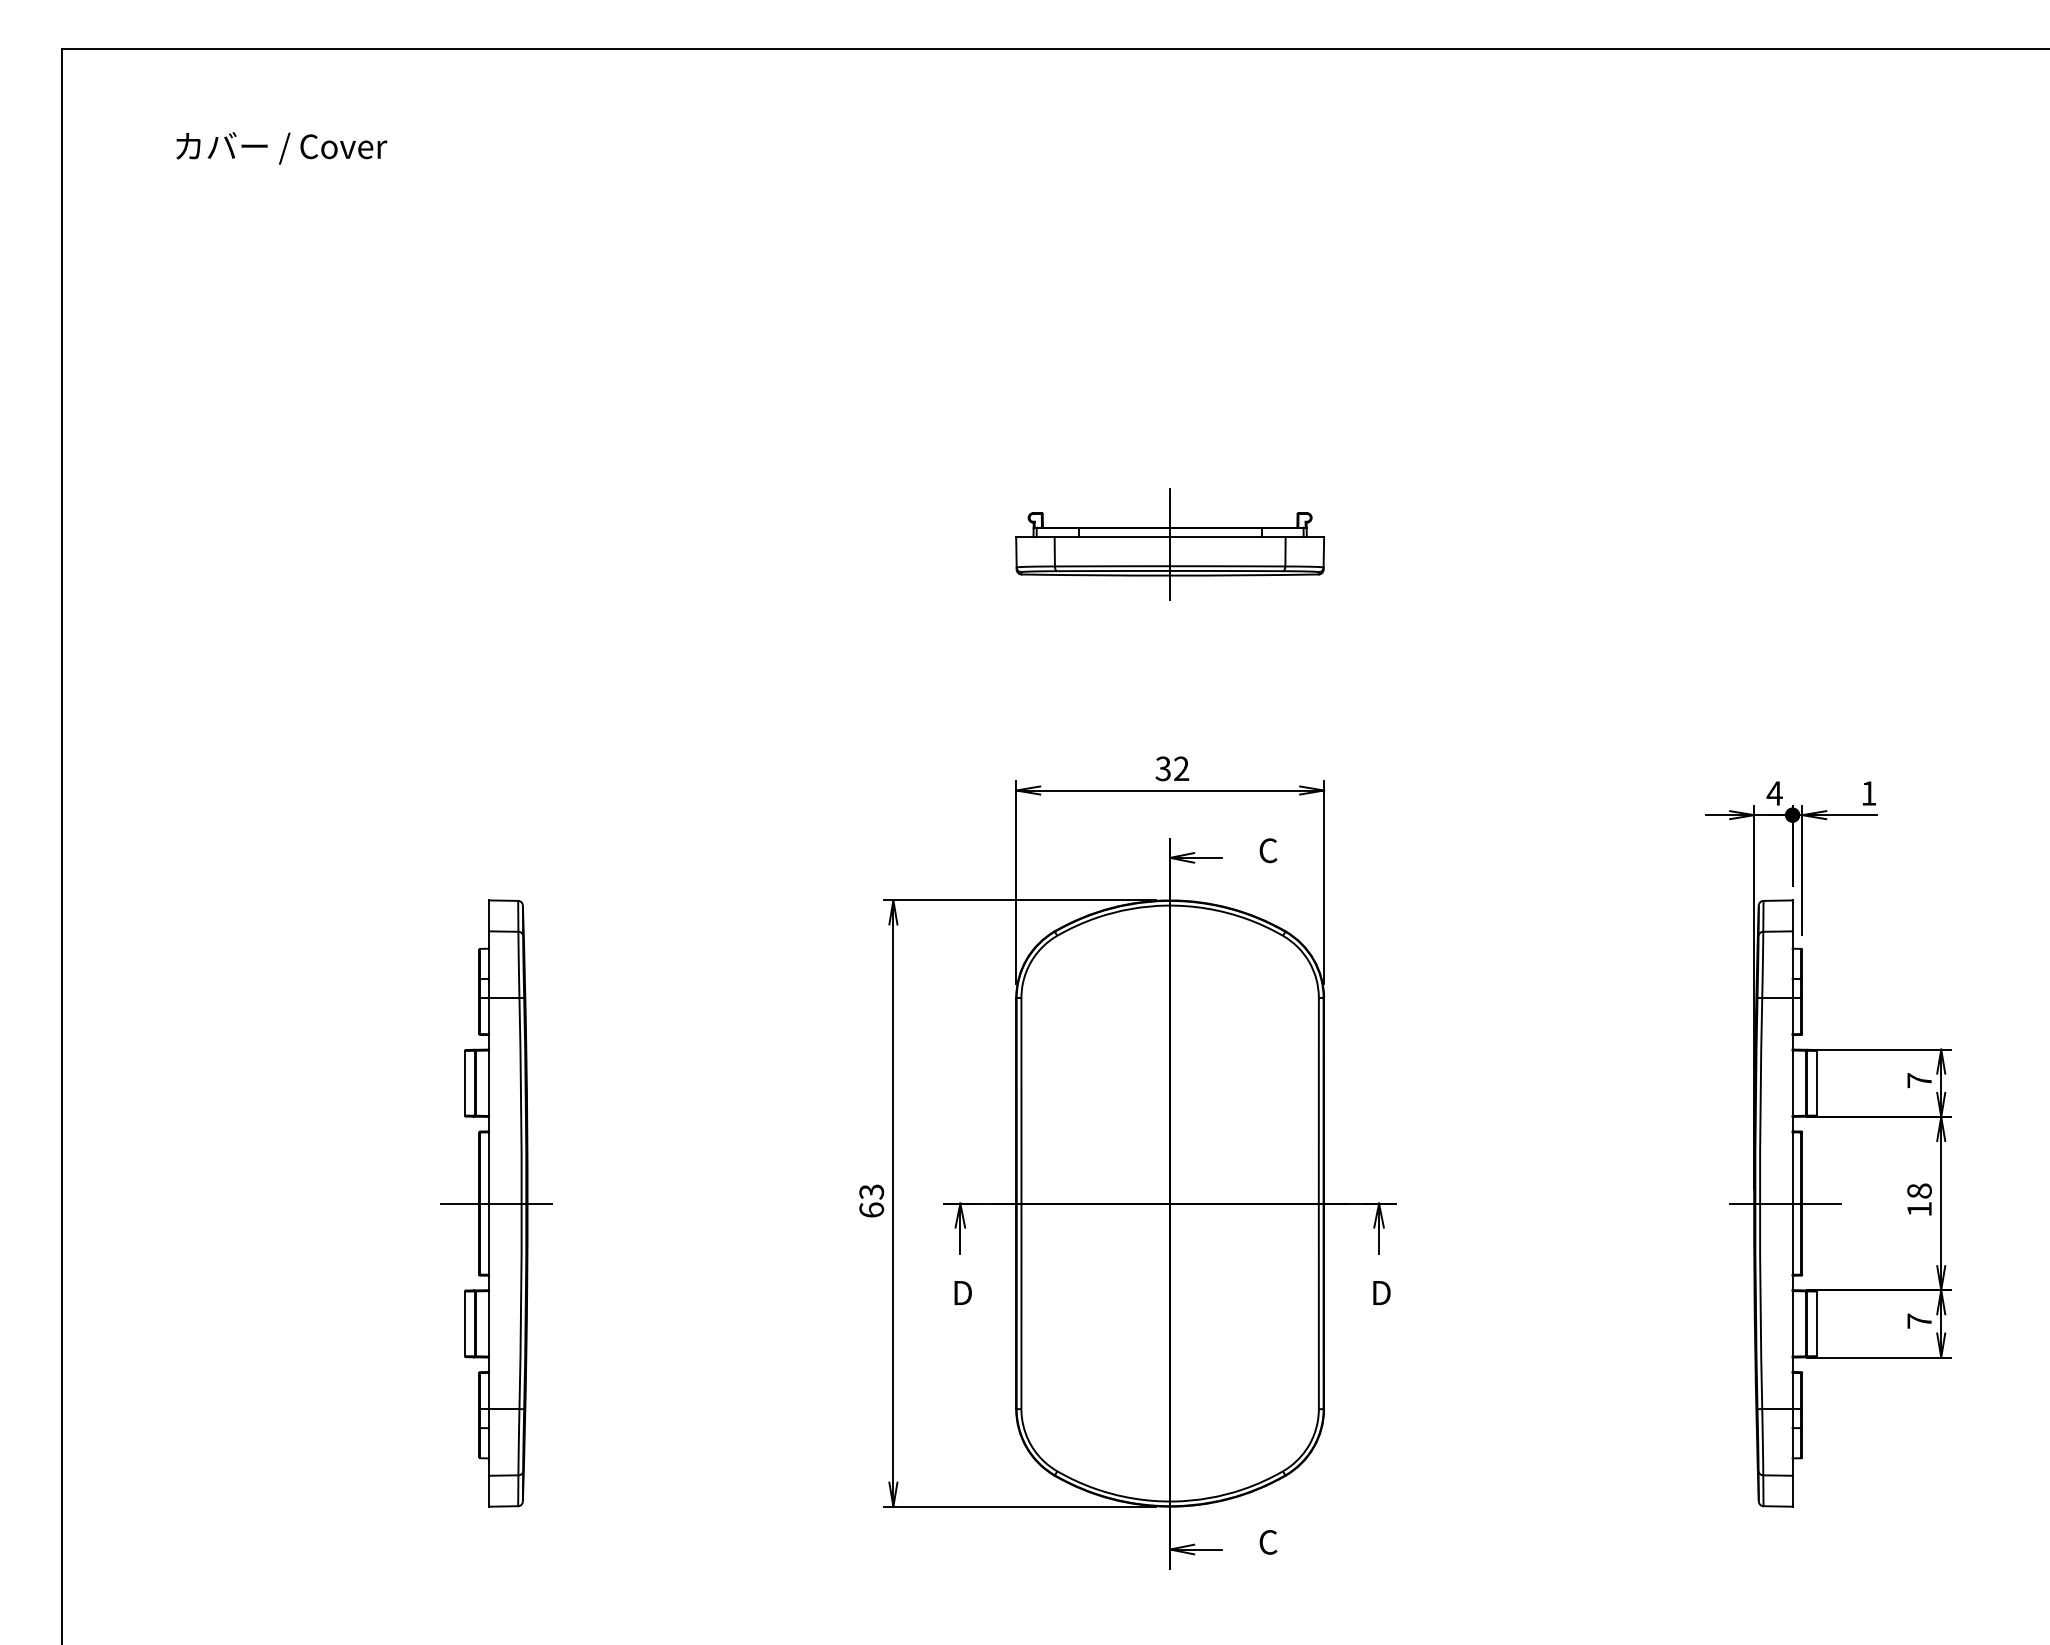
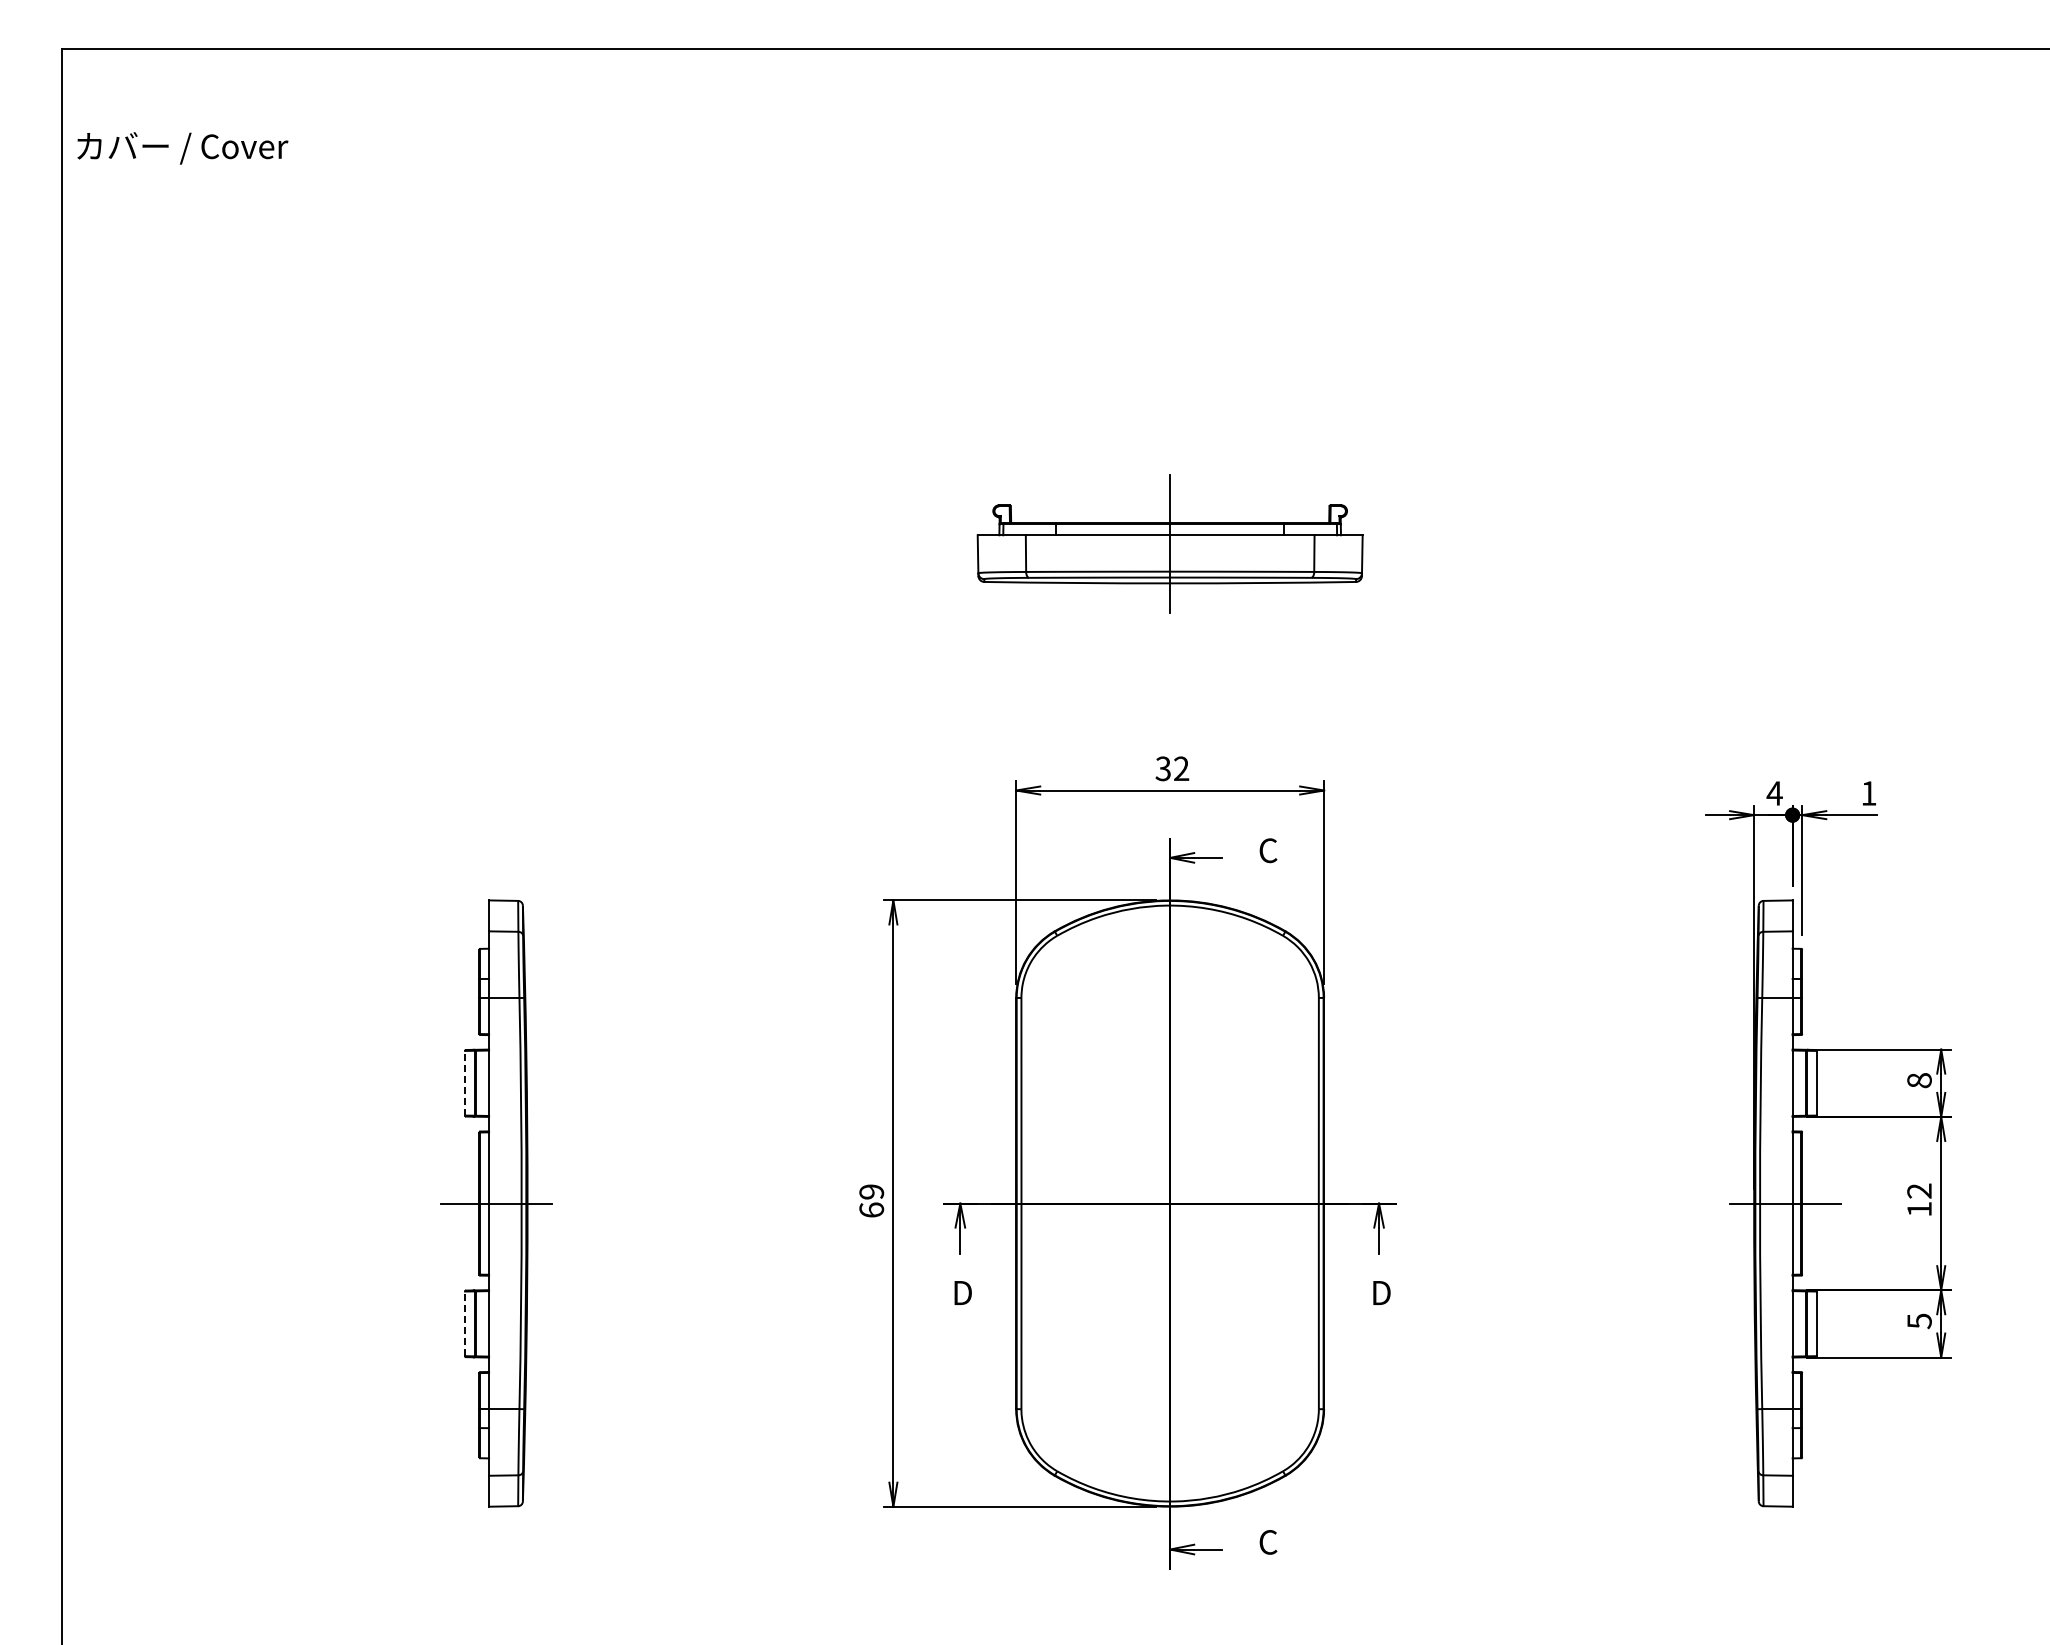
text at (281, 148) position: (281, 148) -> (182, 148)
part at (1169, 544) size: 310x113 px -> 388x140 px
text at (1919, 1080): 7 -> 8
line at (465, 1082): solid -> dashed
text at (1919, 1190): 18 -> 12
text at (871, 1191): 63 -> 69
text at (1919, 1321): 7 -> 5
line at (465, 1323): solid -> dashed
